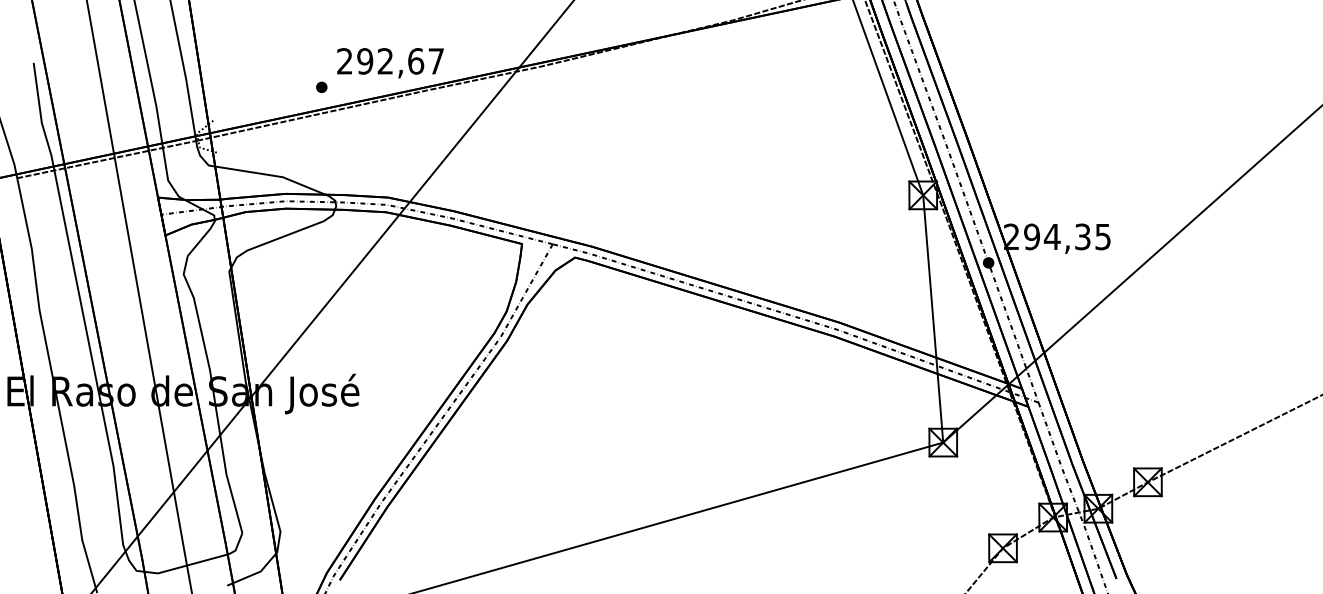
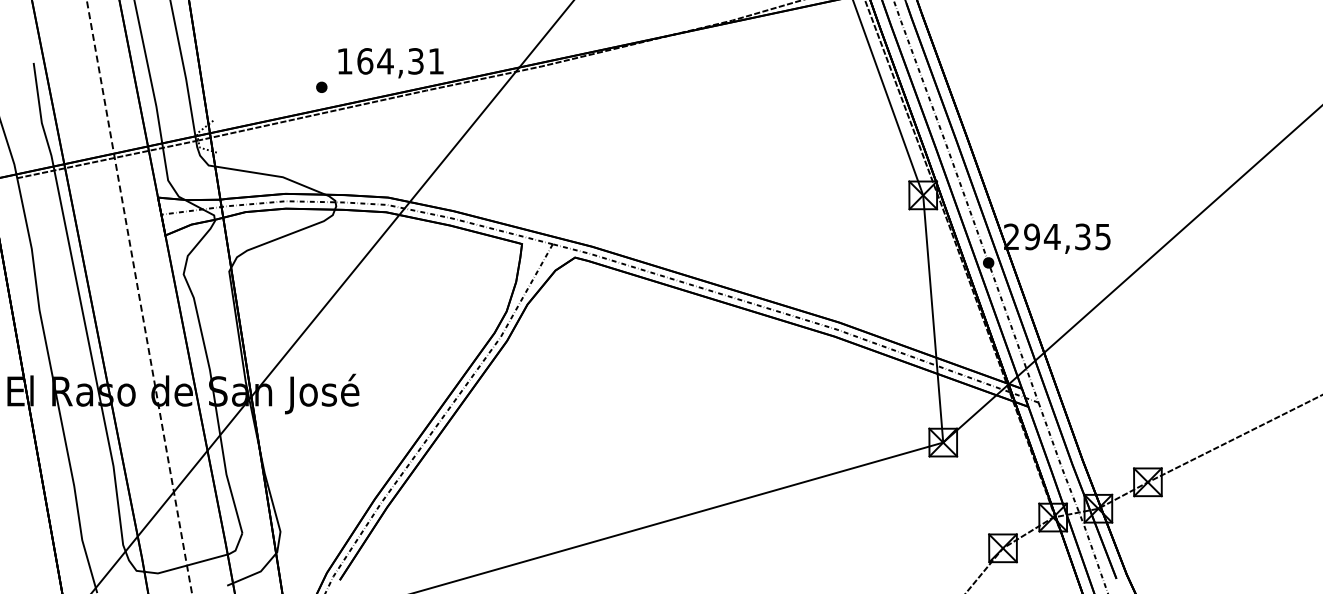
text at (390, 61): 292,67 -> 164,31
line at (139, 297): solid -> dashed
